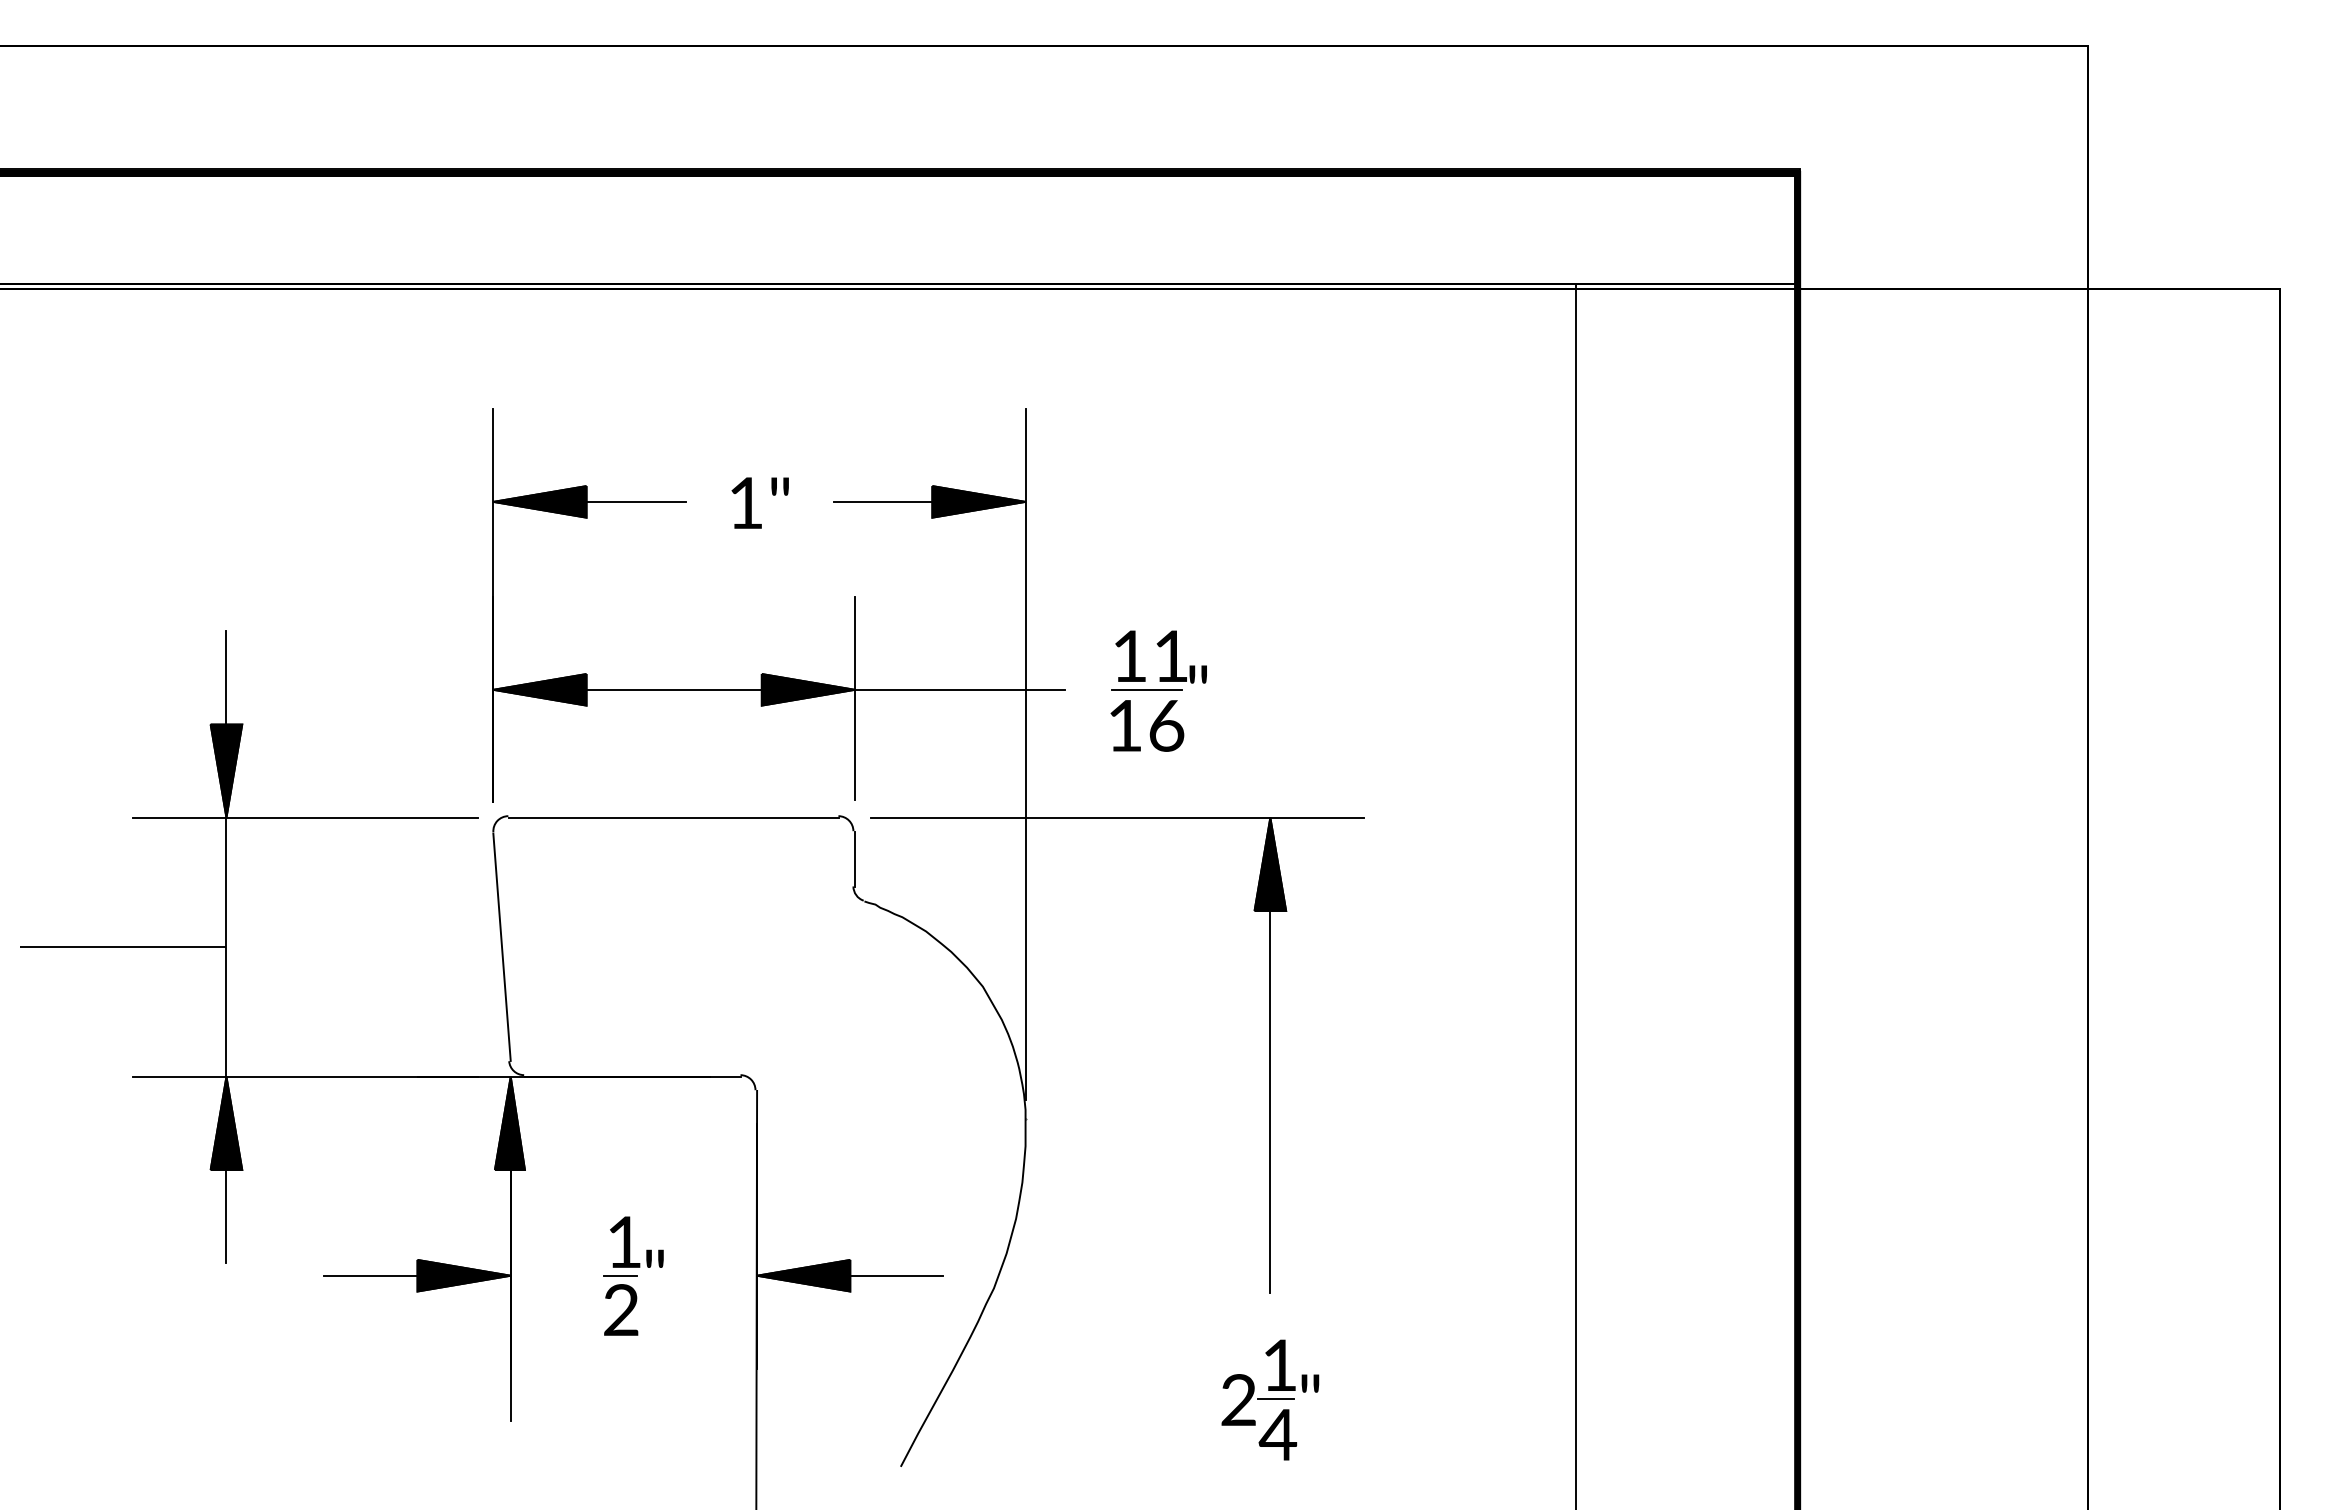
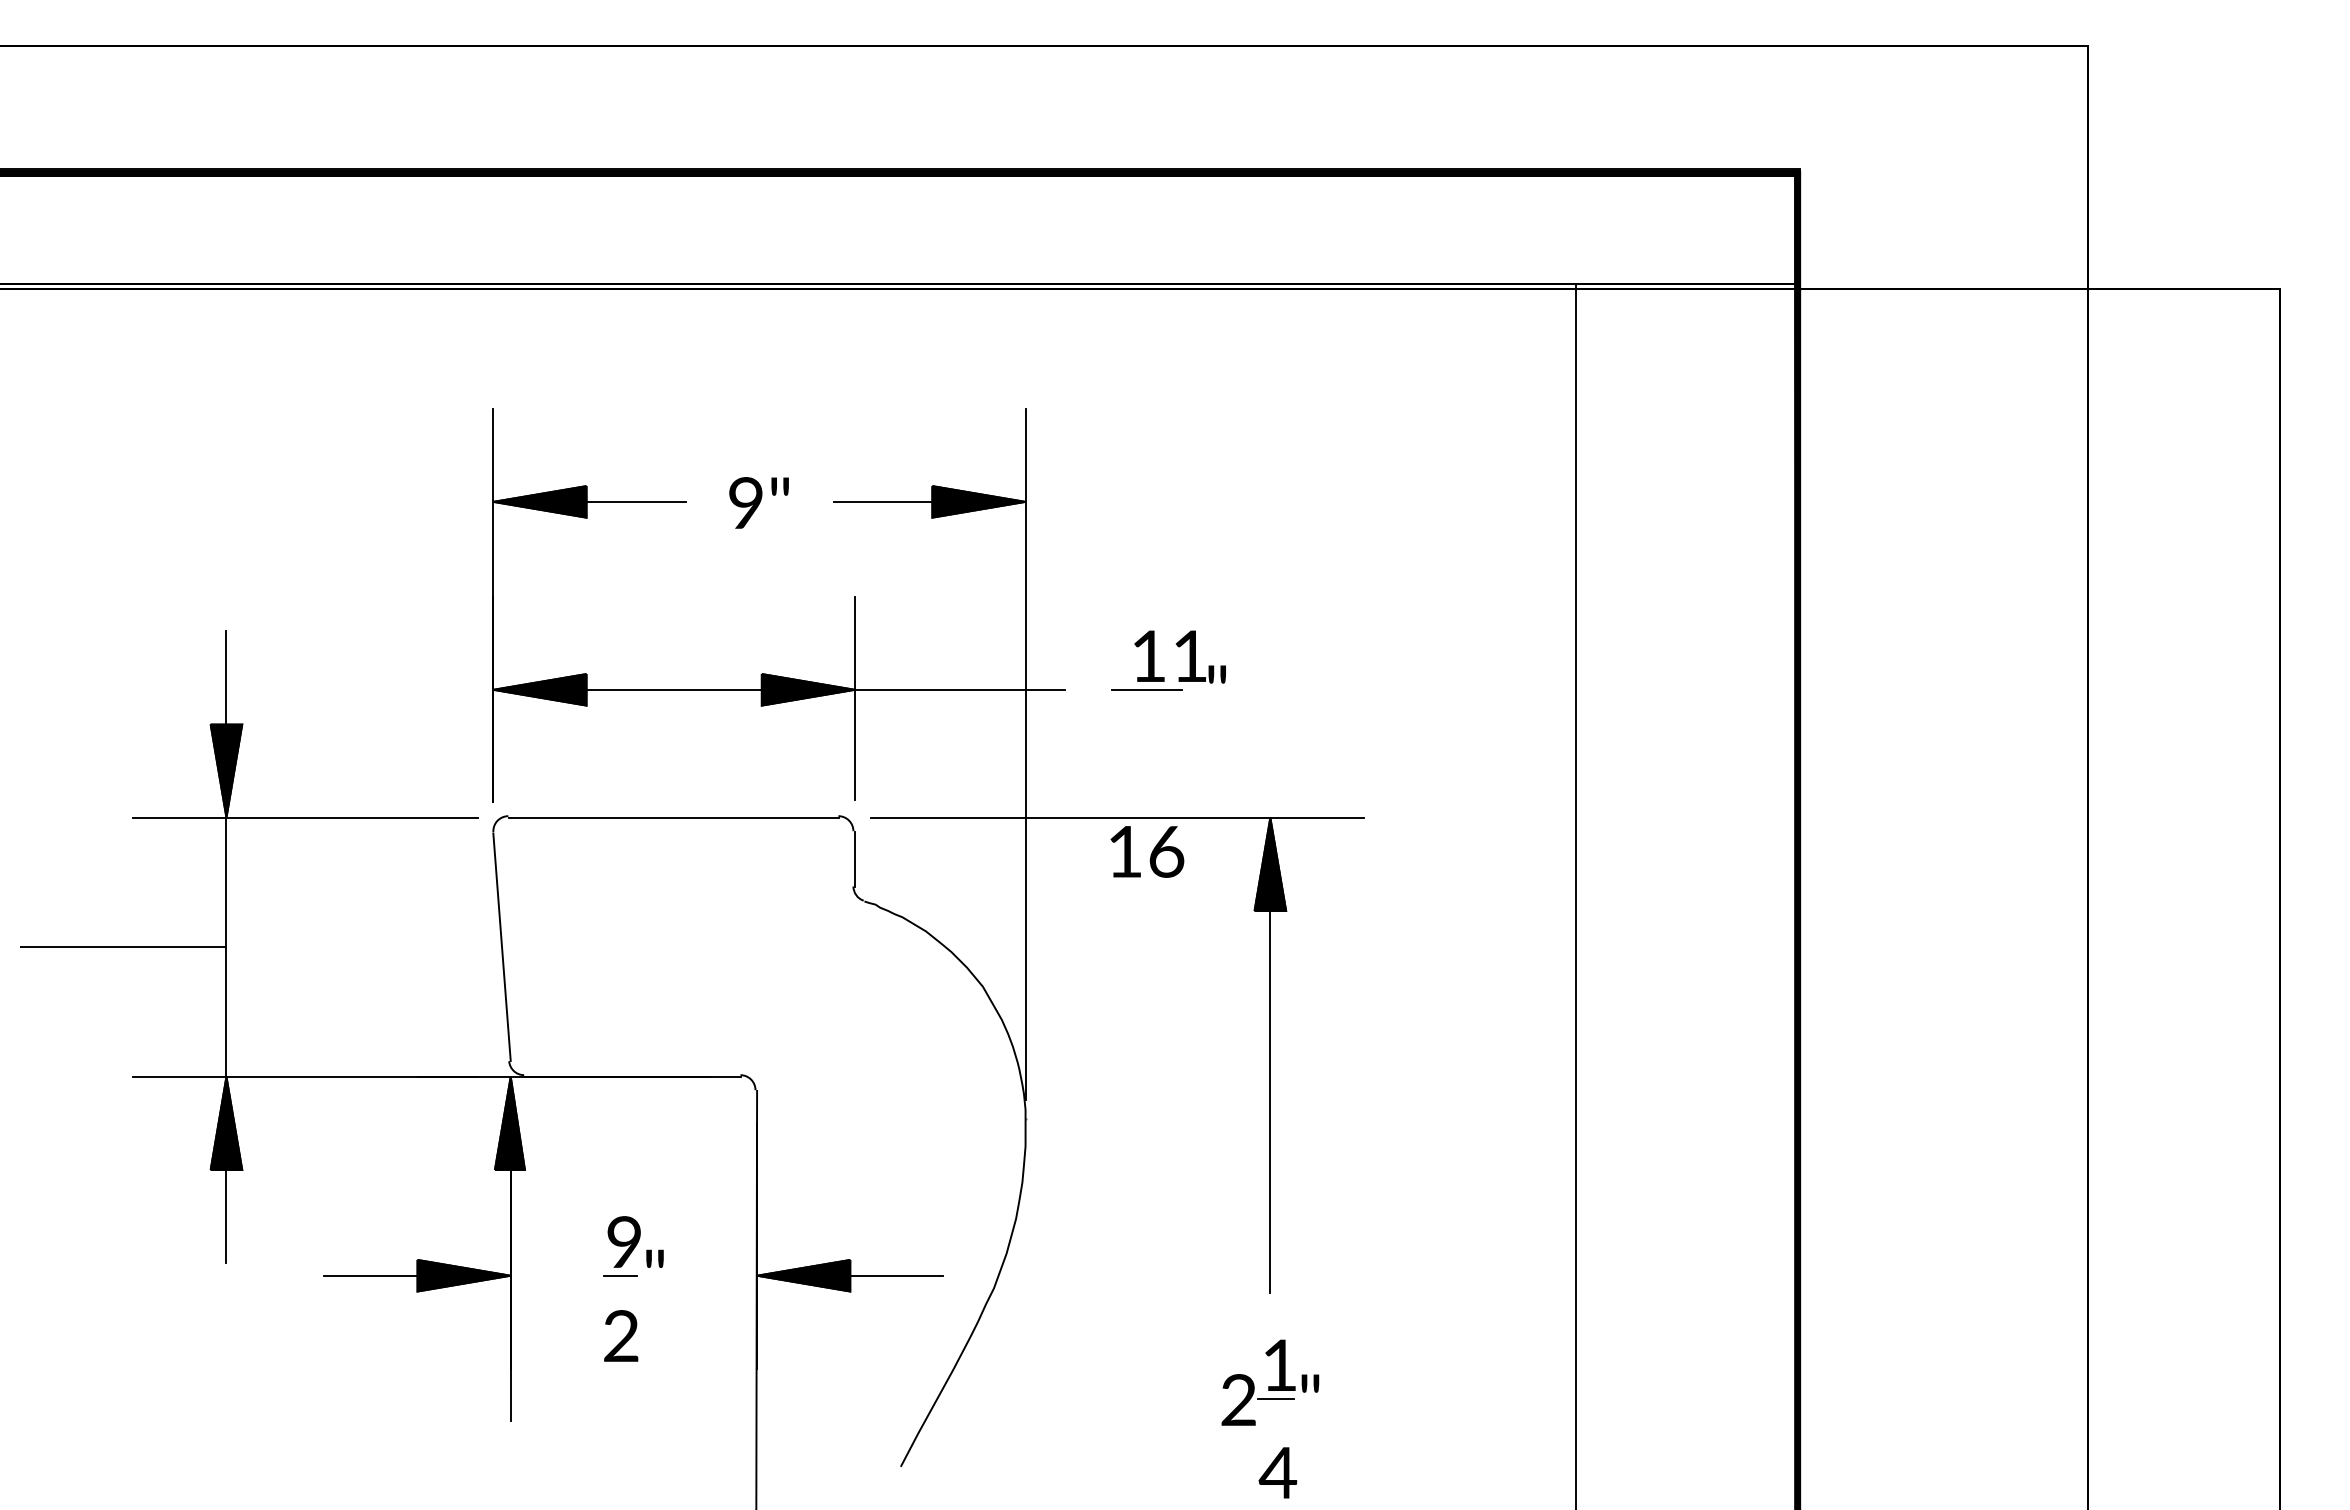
text at (745, 502): 1" -> 9"
text at (1160, 656) position: (1160, 656) -> (1179, 656)
text at (1147, 725) position: (1147, 725) -> (1147, 851)
text at (623, 1241): 1 -> 9
text at (621, 1309) position: (621, 1309) -> (621, 1335)
text at (1277, 1434) position: (1277, 1434) -> (1277, 1472)
